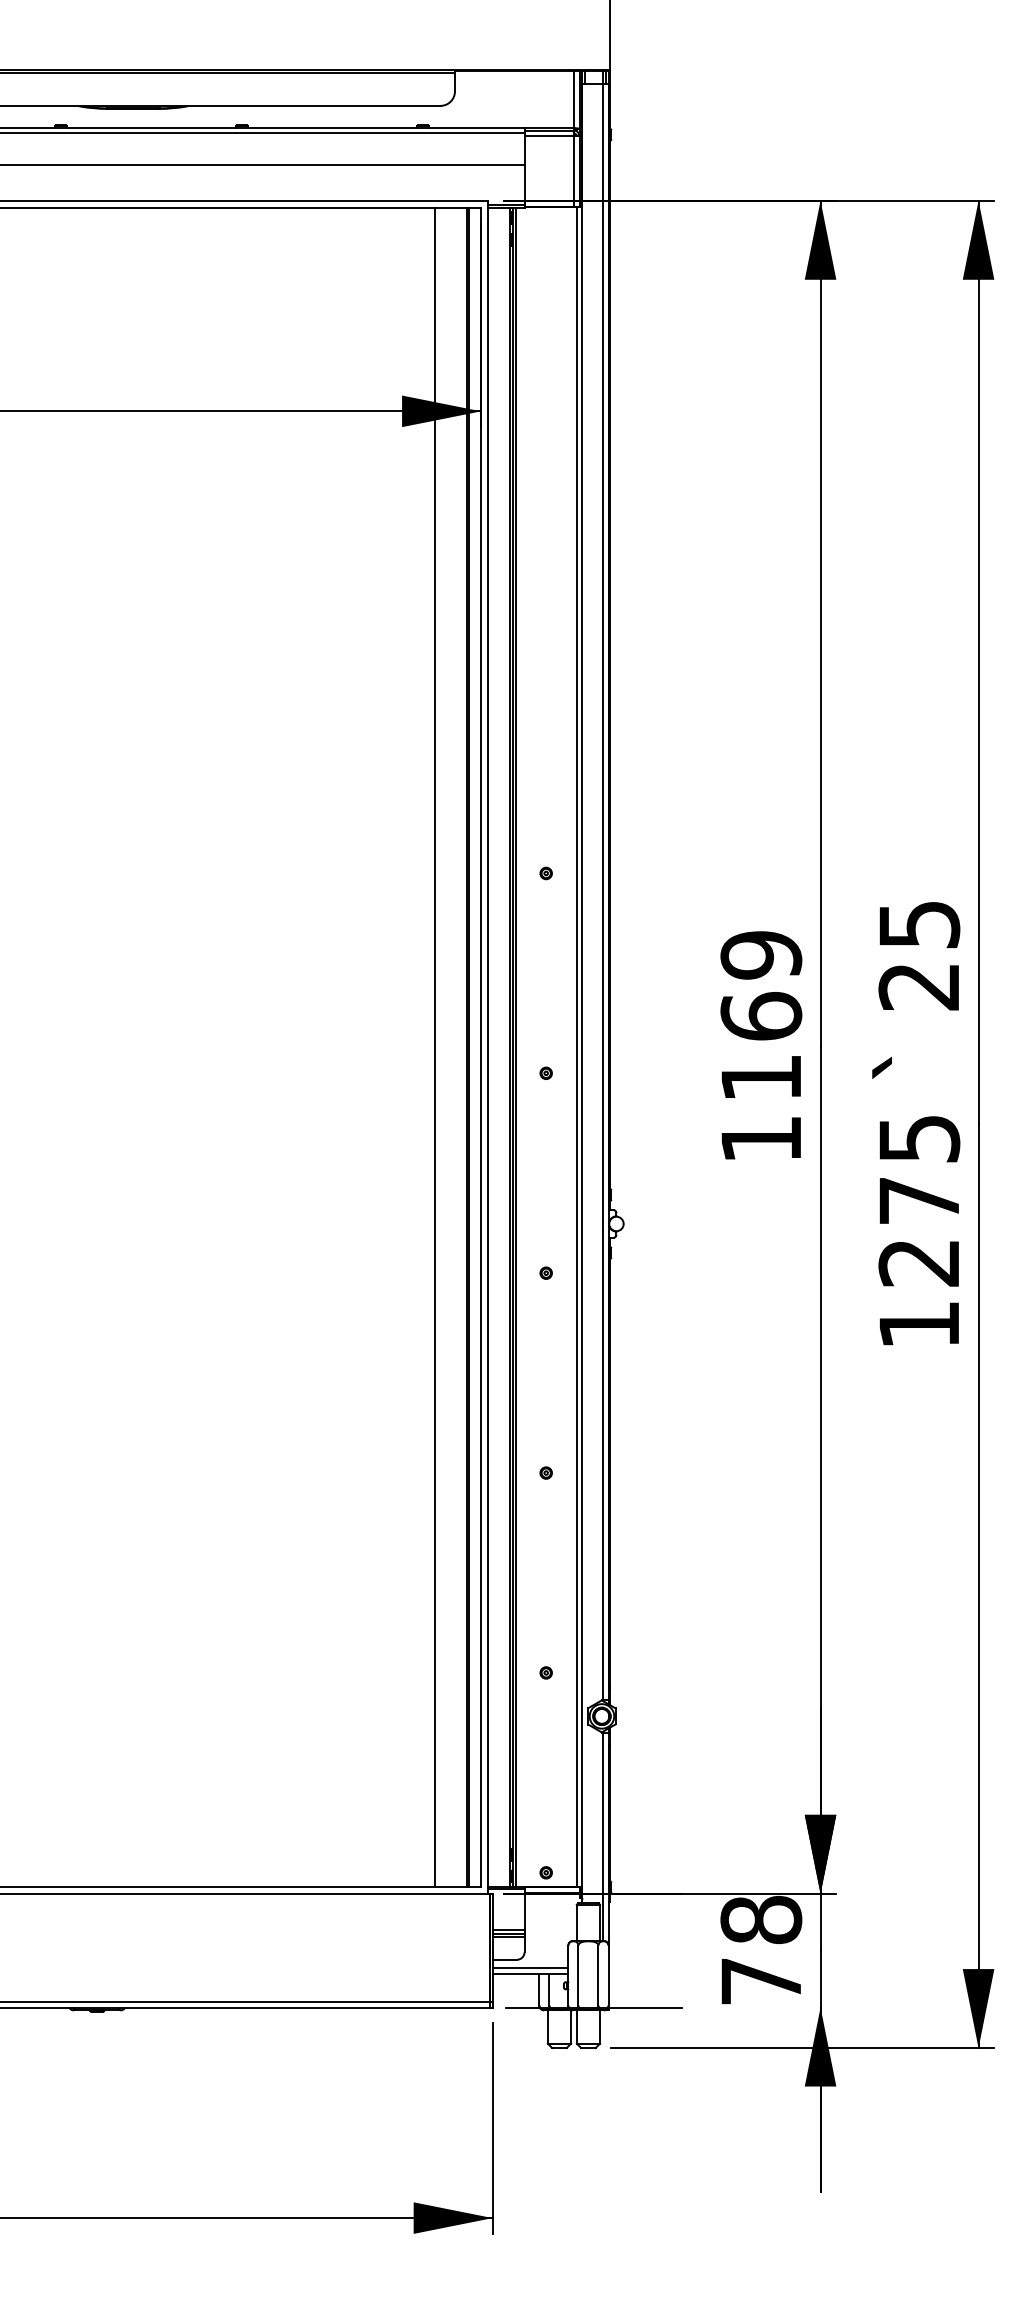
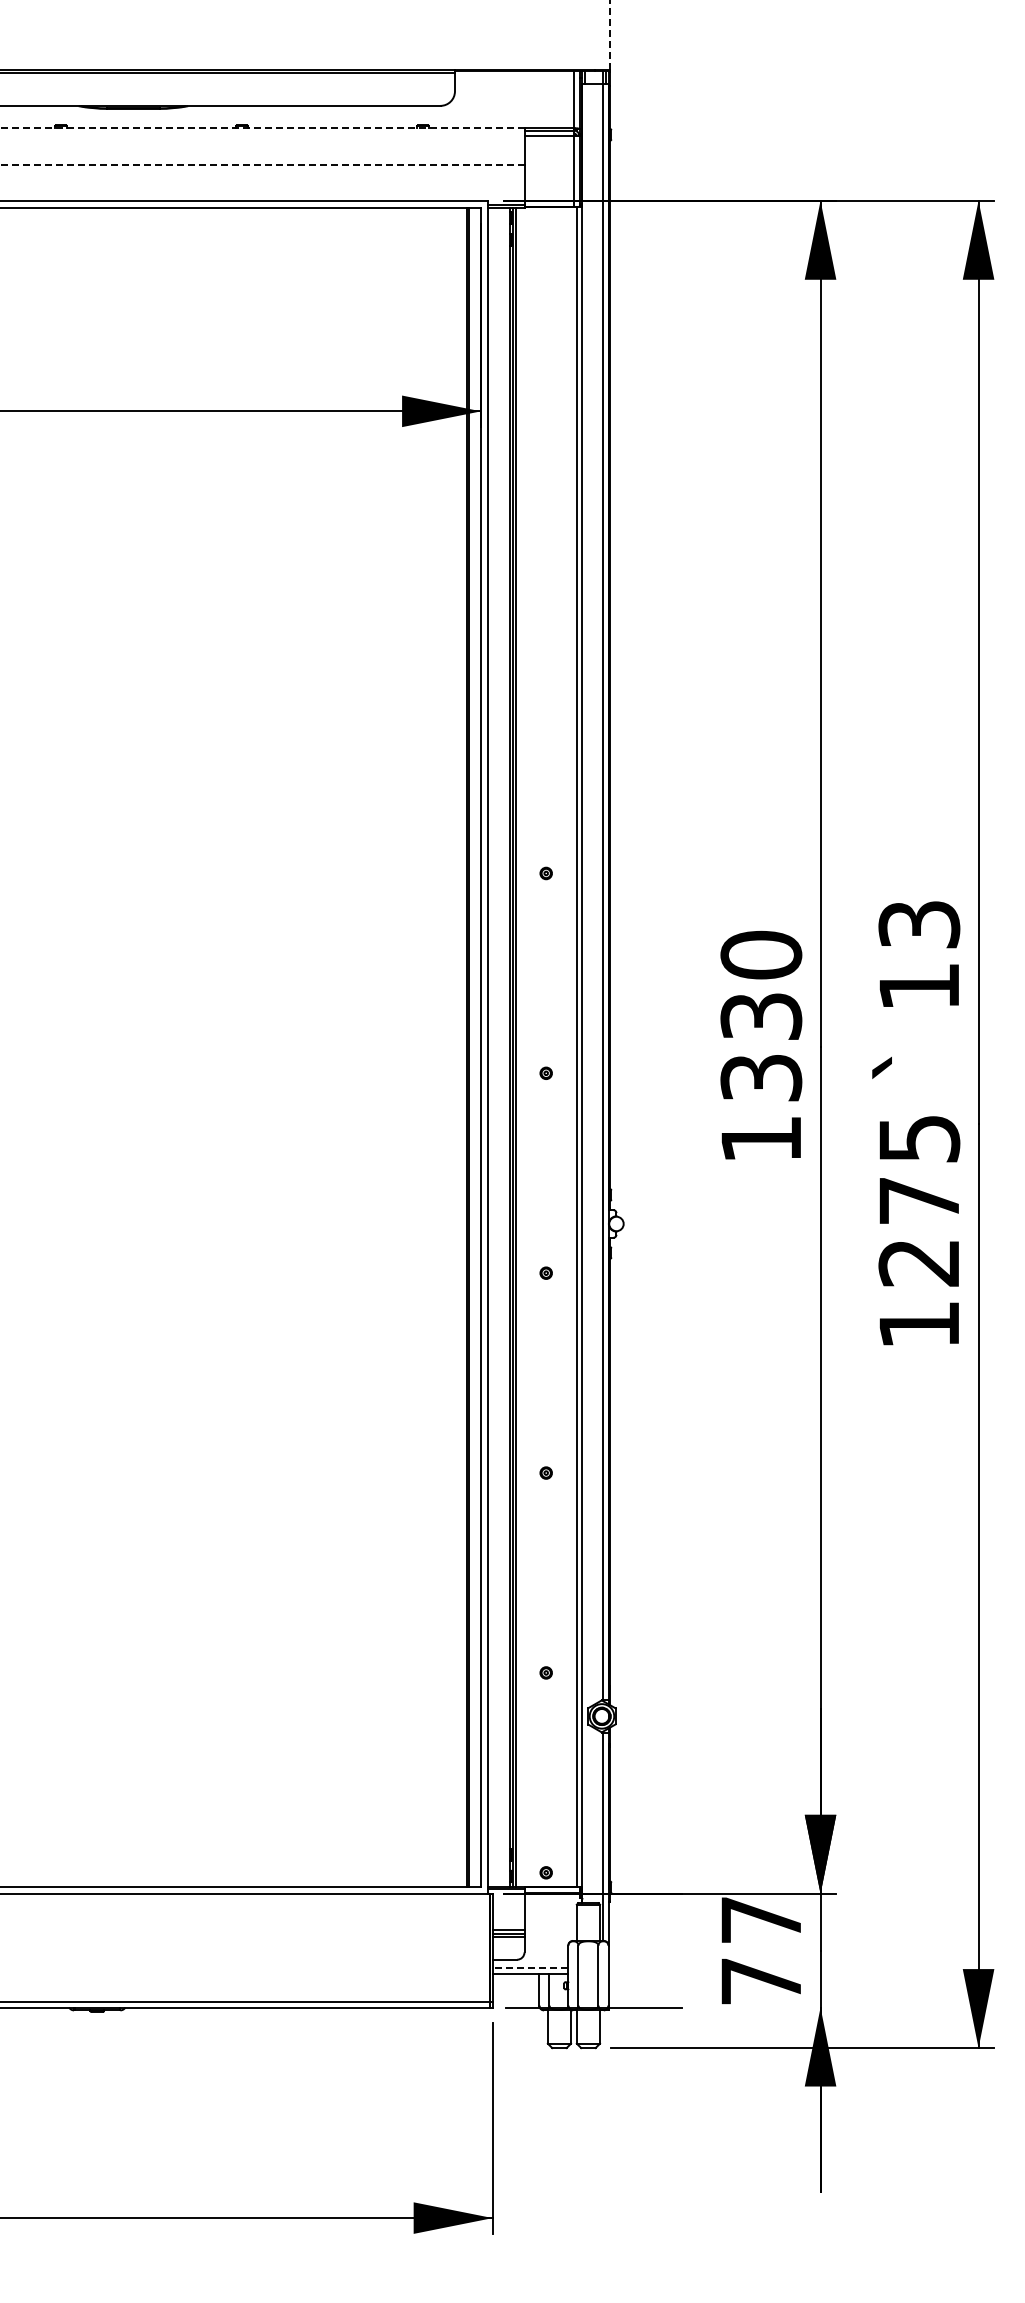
line at (609, 34): solid -> dashed
line at (262, 127): solid -> dashed
line at (263, 133): present -> none
line at (262, 164): solid -> dashed
text at (918, 955): 25 -> 13
text at (761, 1015): 1169 -> 1330
line at (434, 1047): present -> none
text at (761, 1919): 78 -> 77
line at (530, 1968): solid -> dashed
